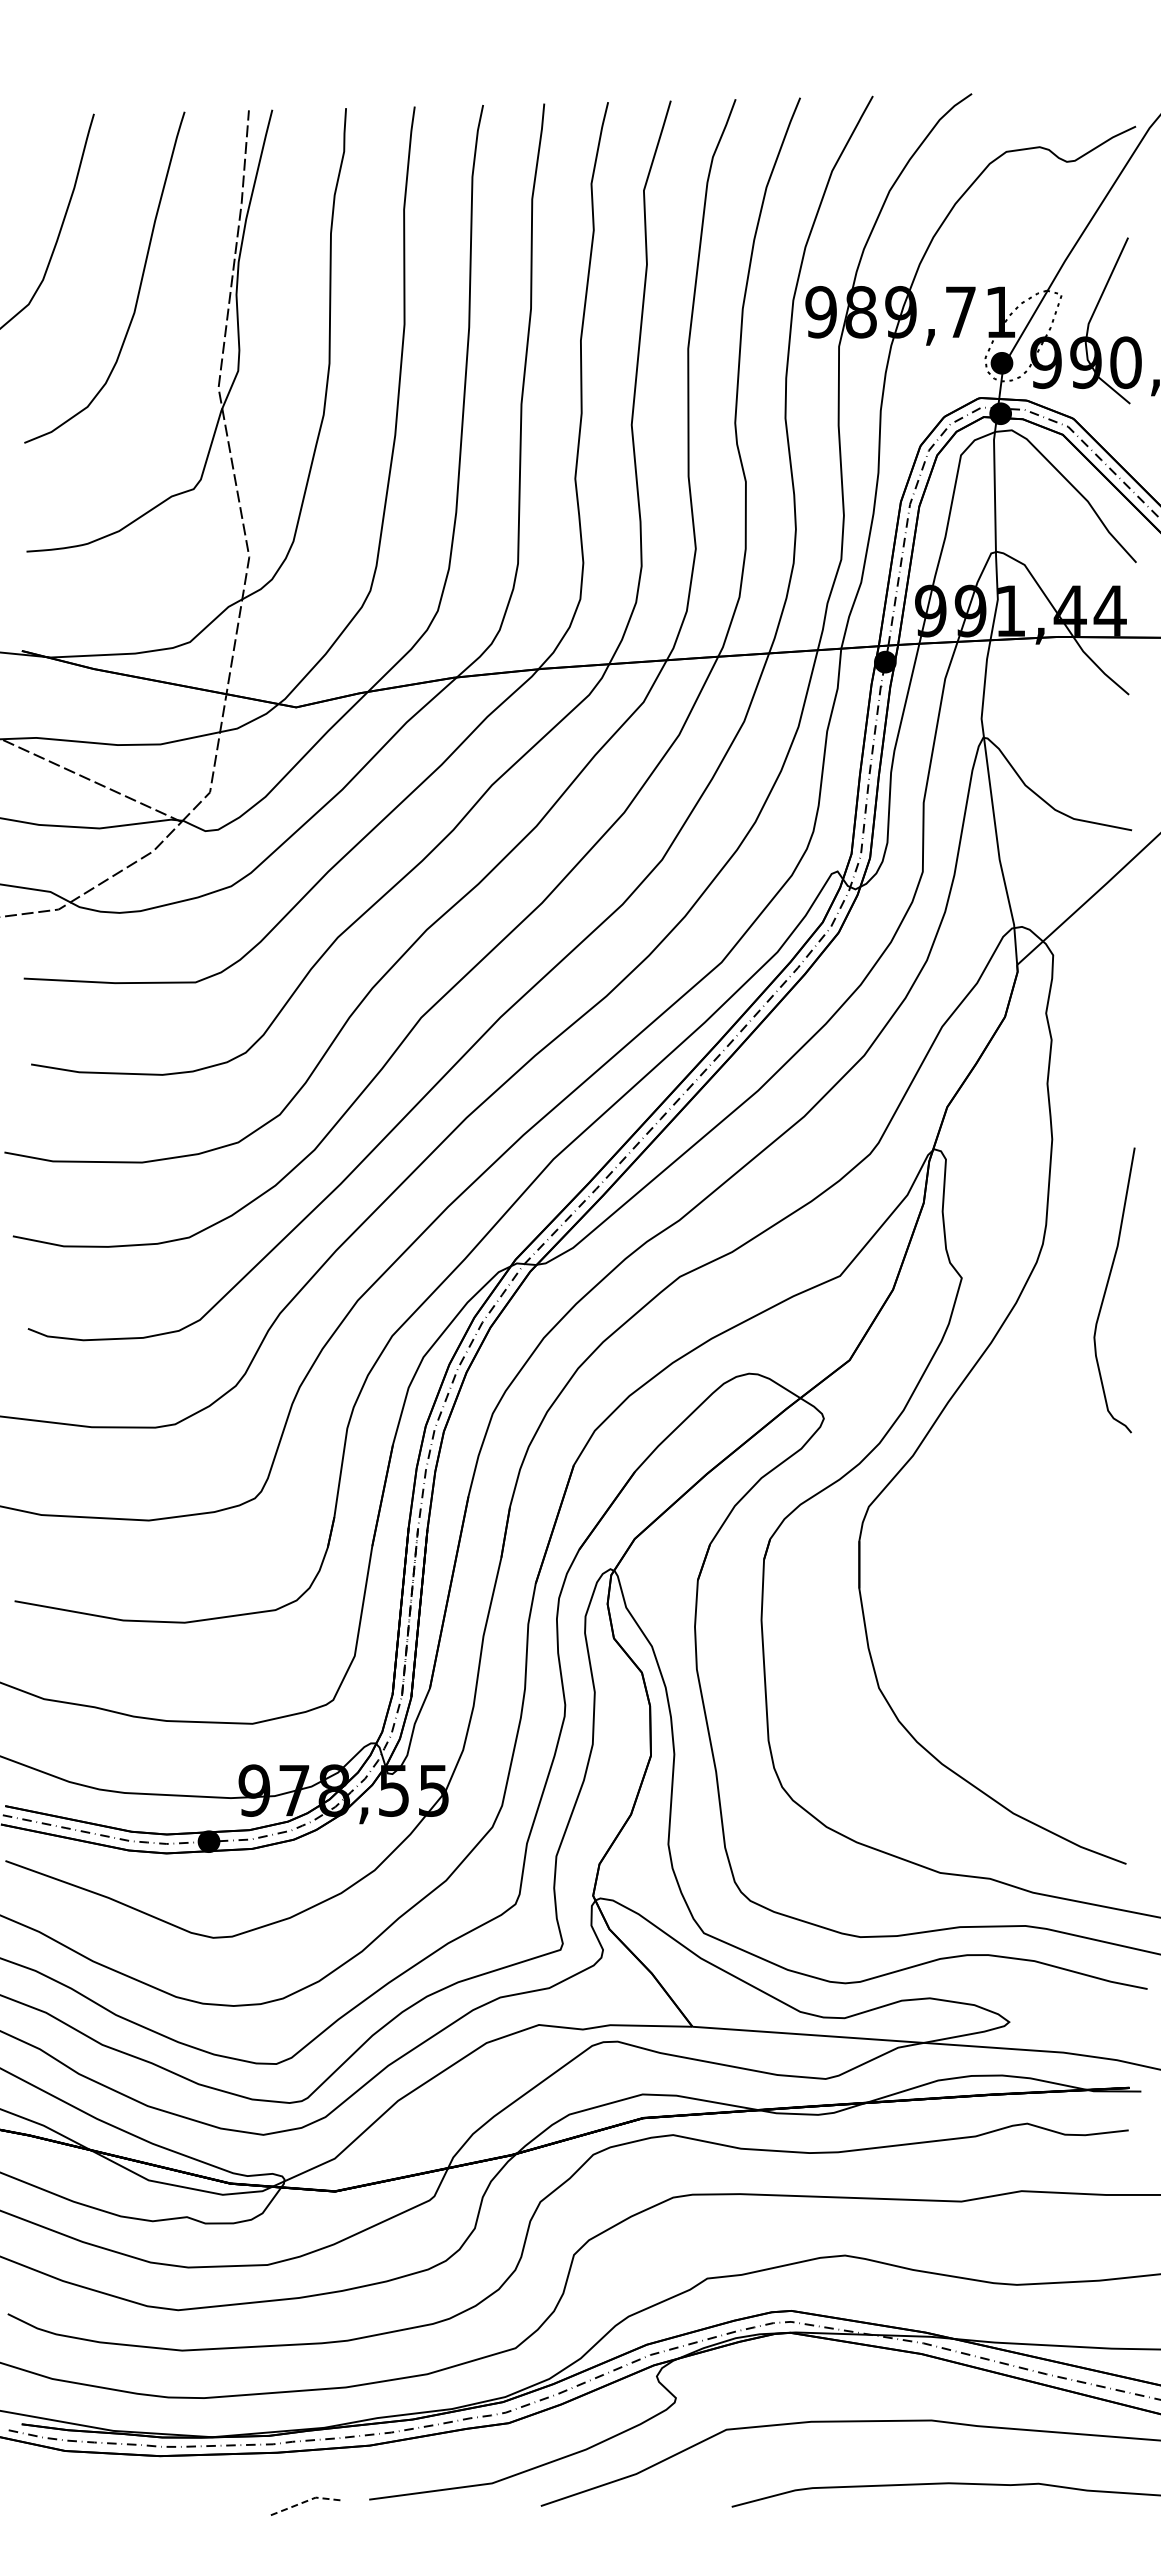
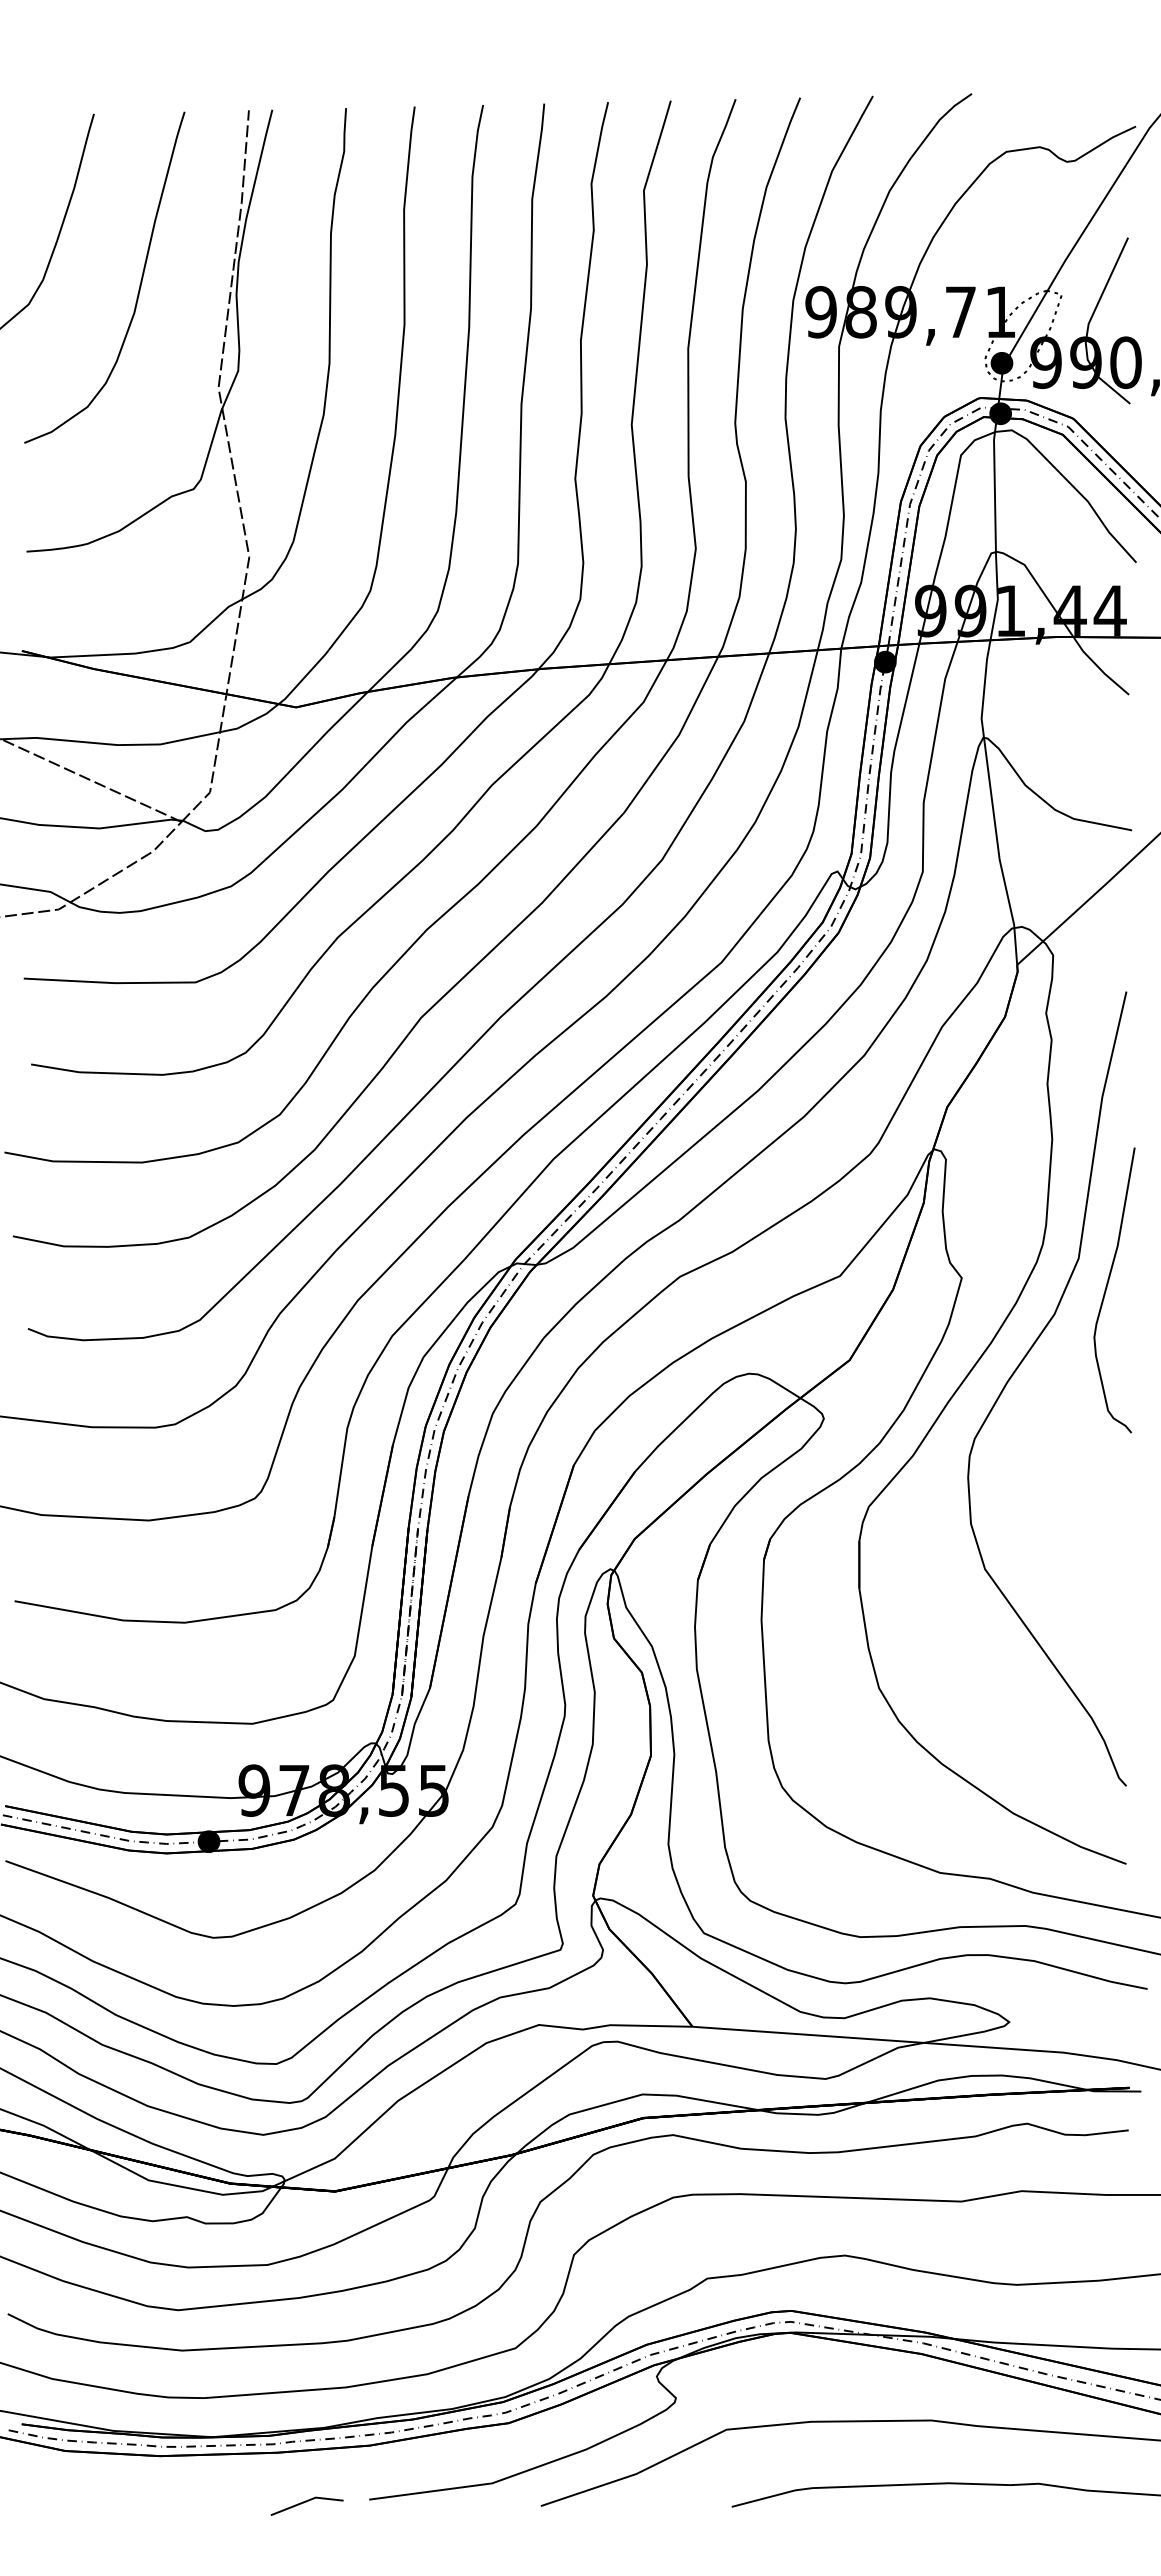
curve at (1018, 1368): none -> present
line at (306, 2501): dashed -> solid
